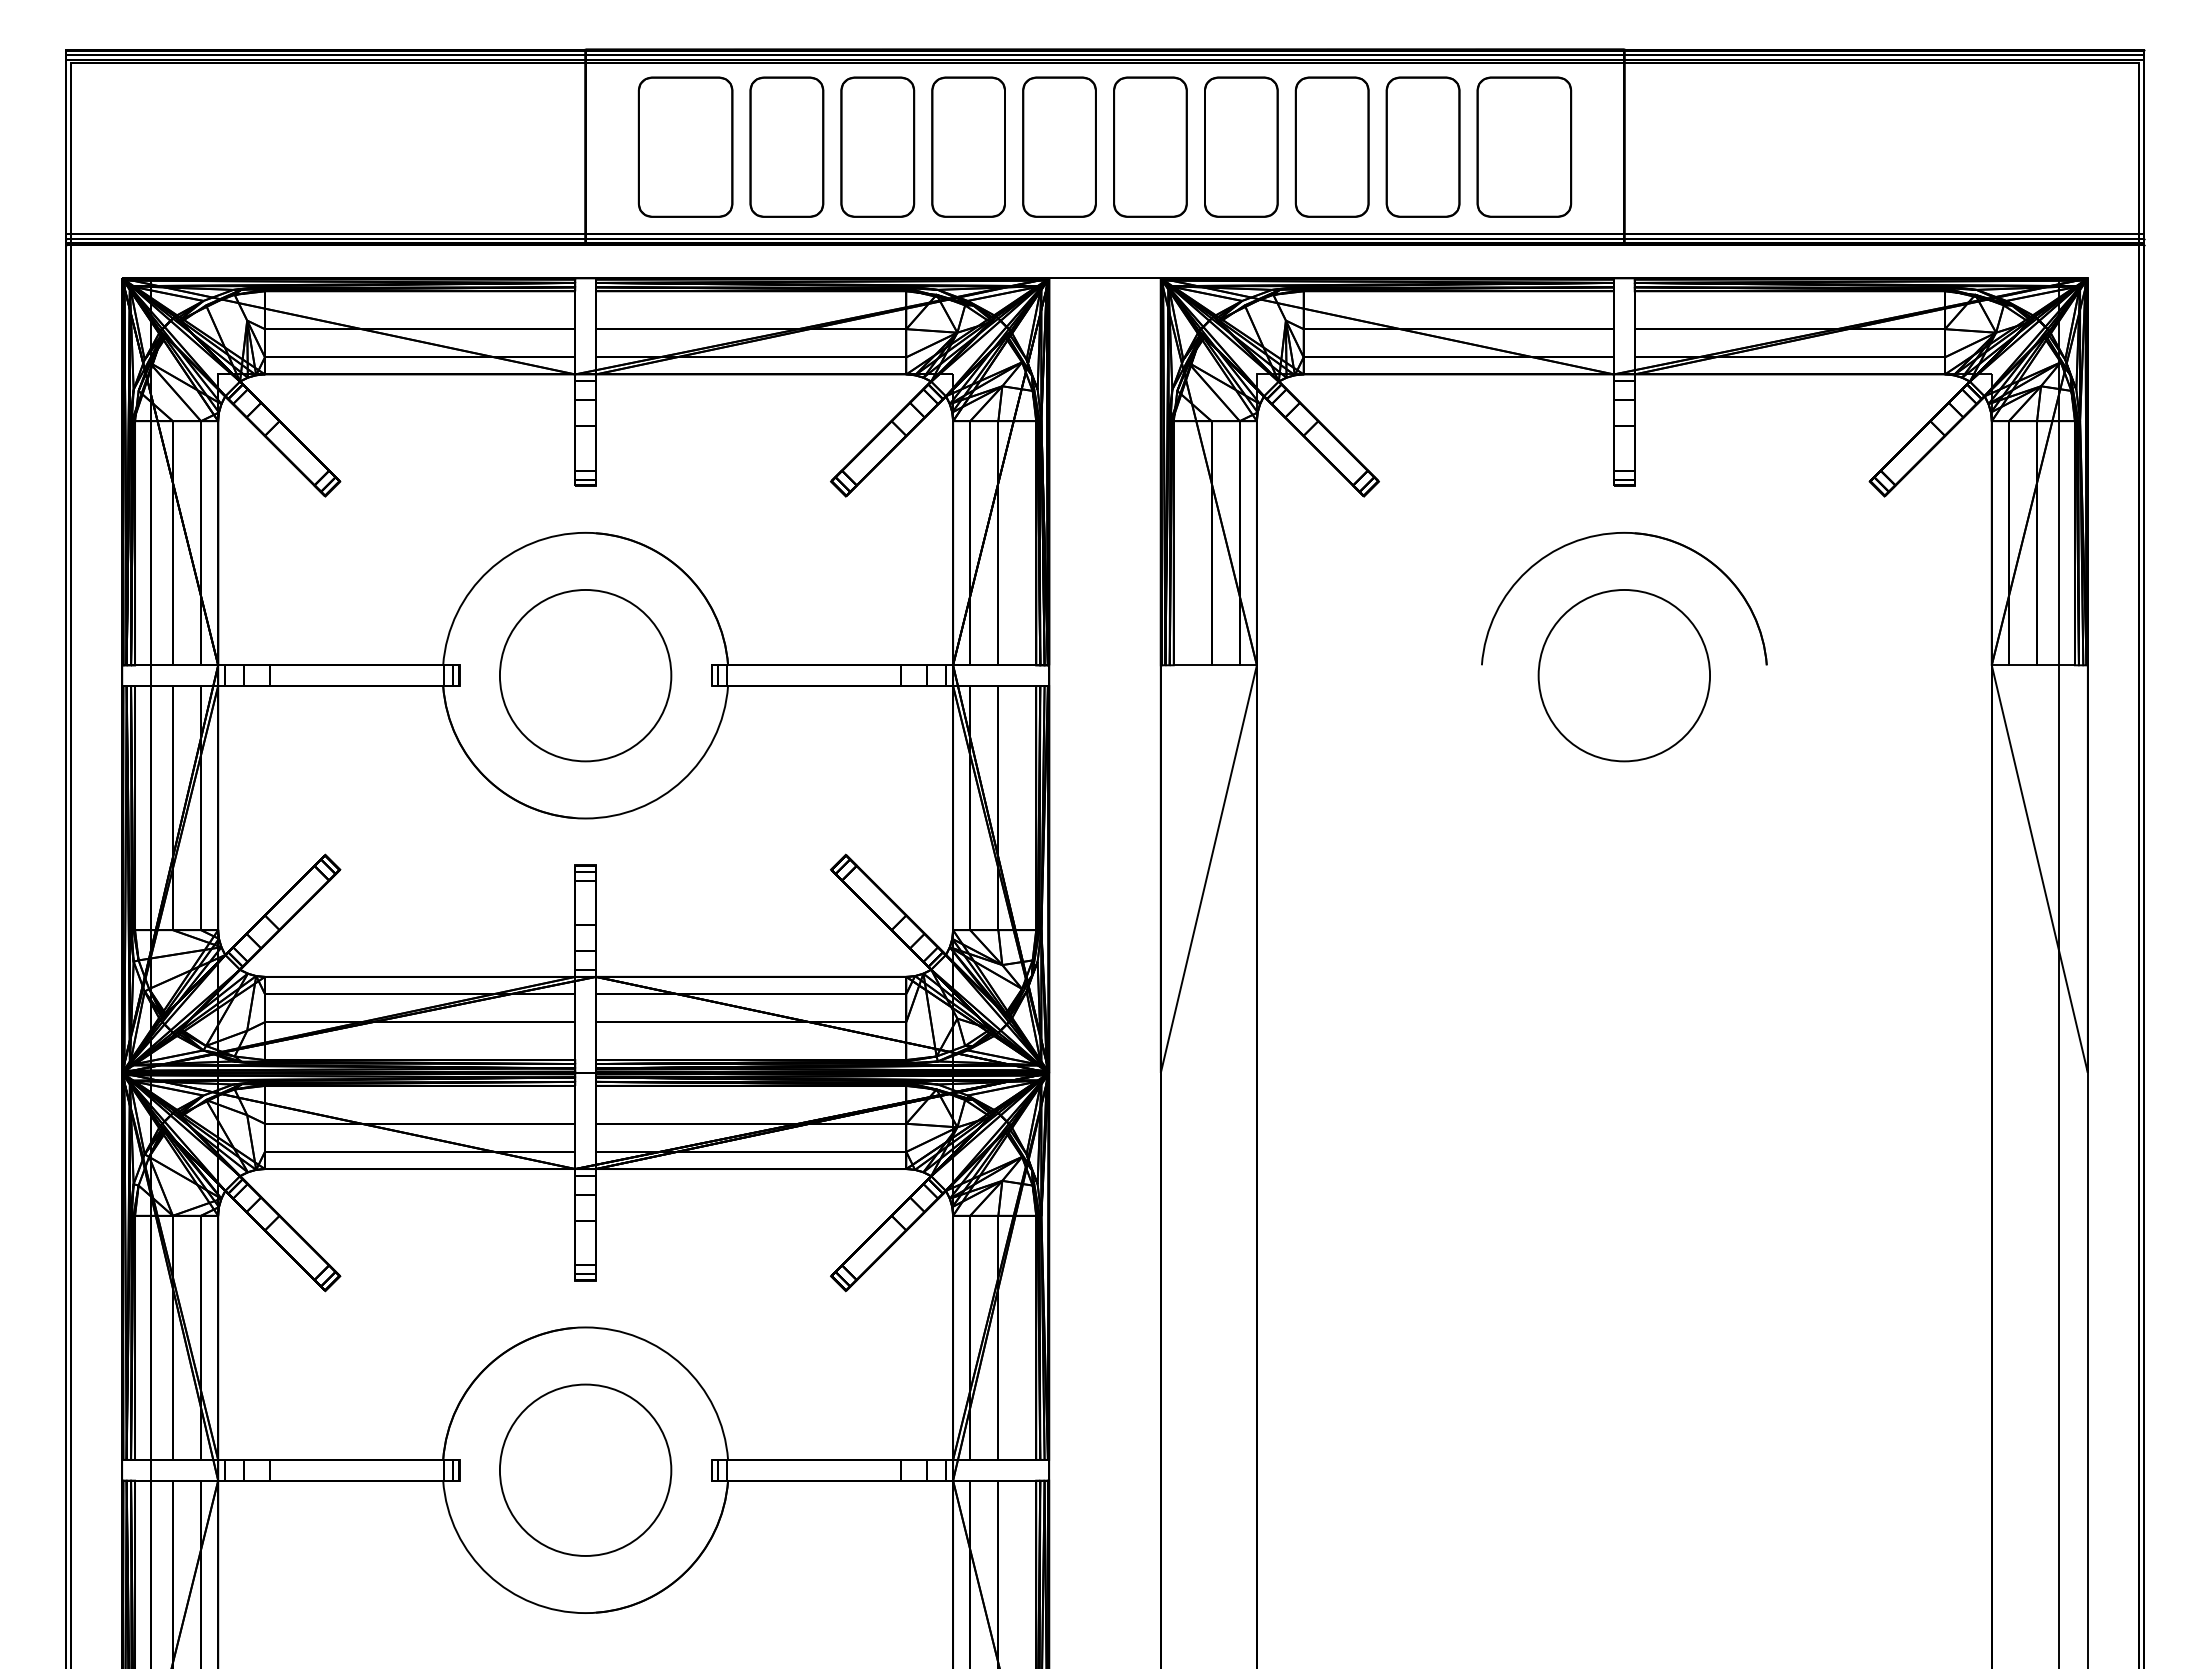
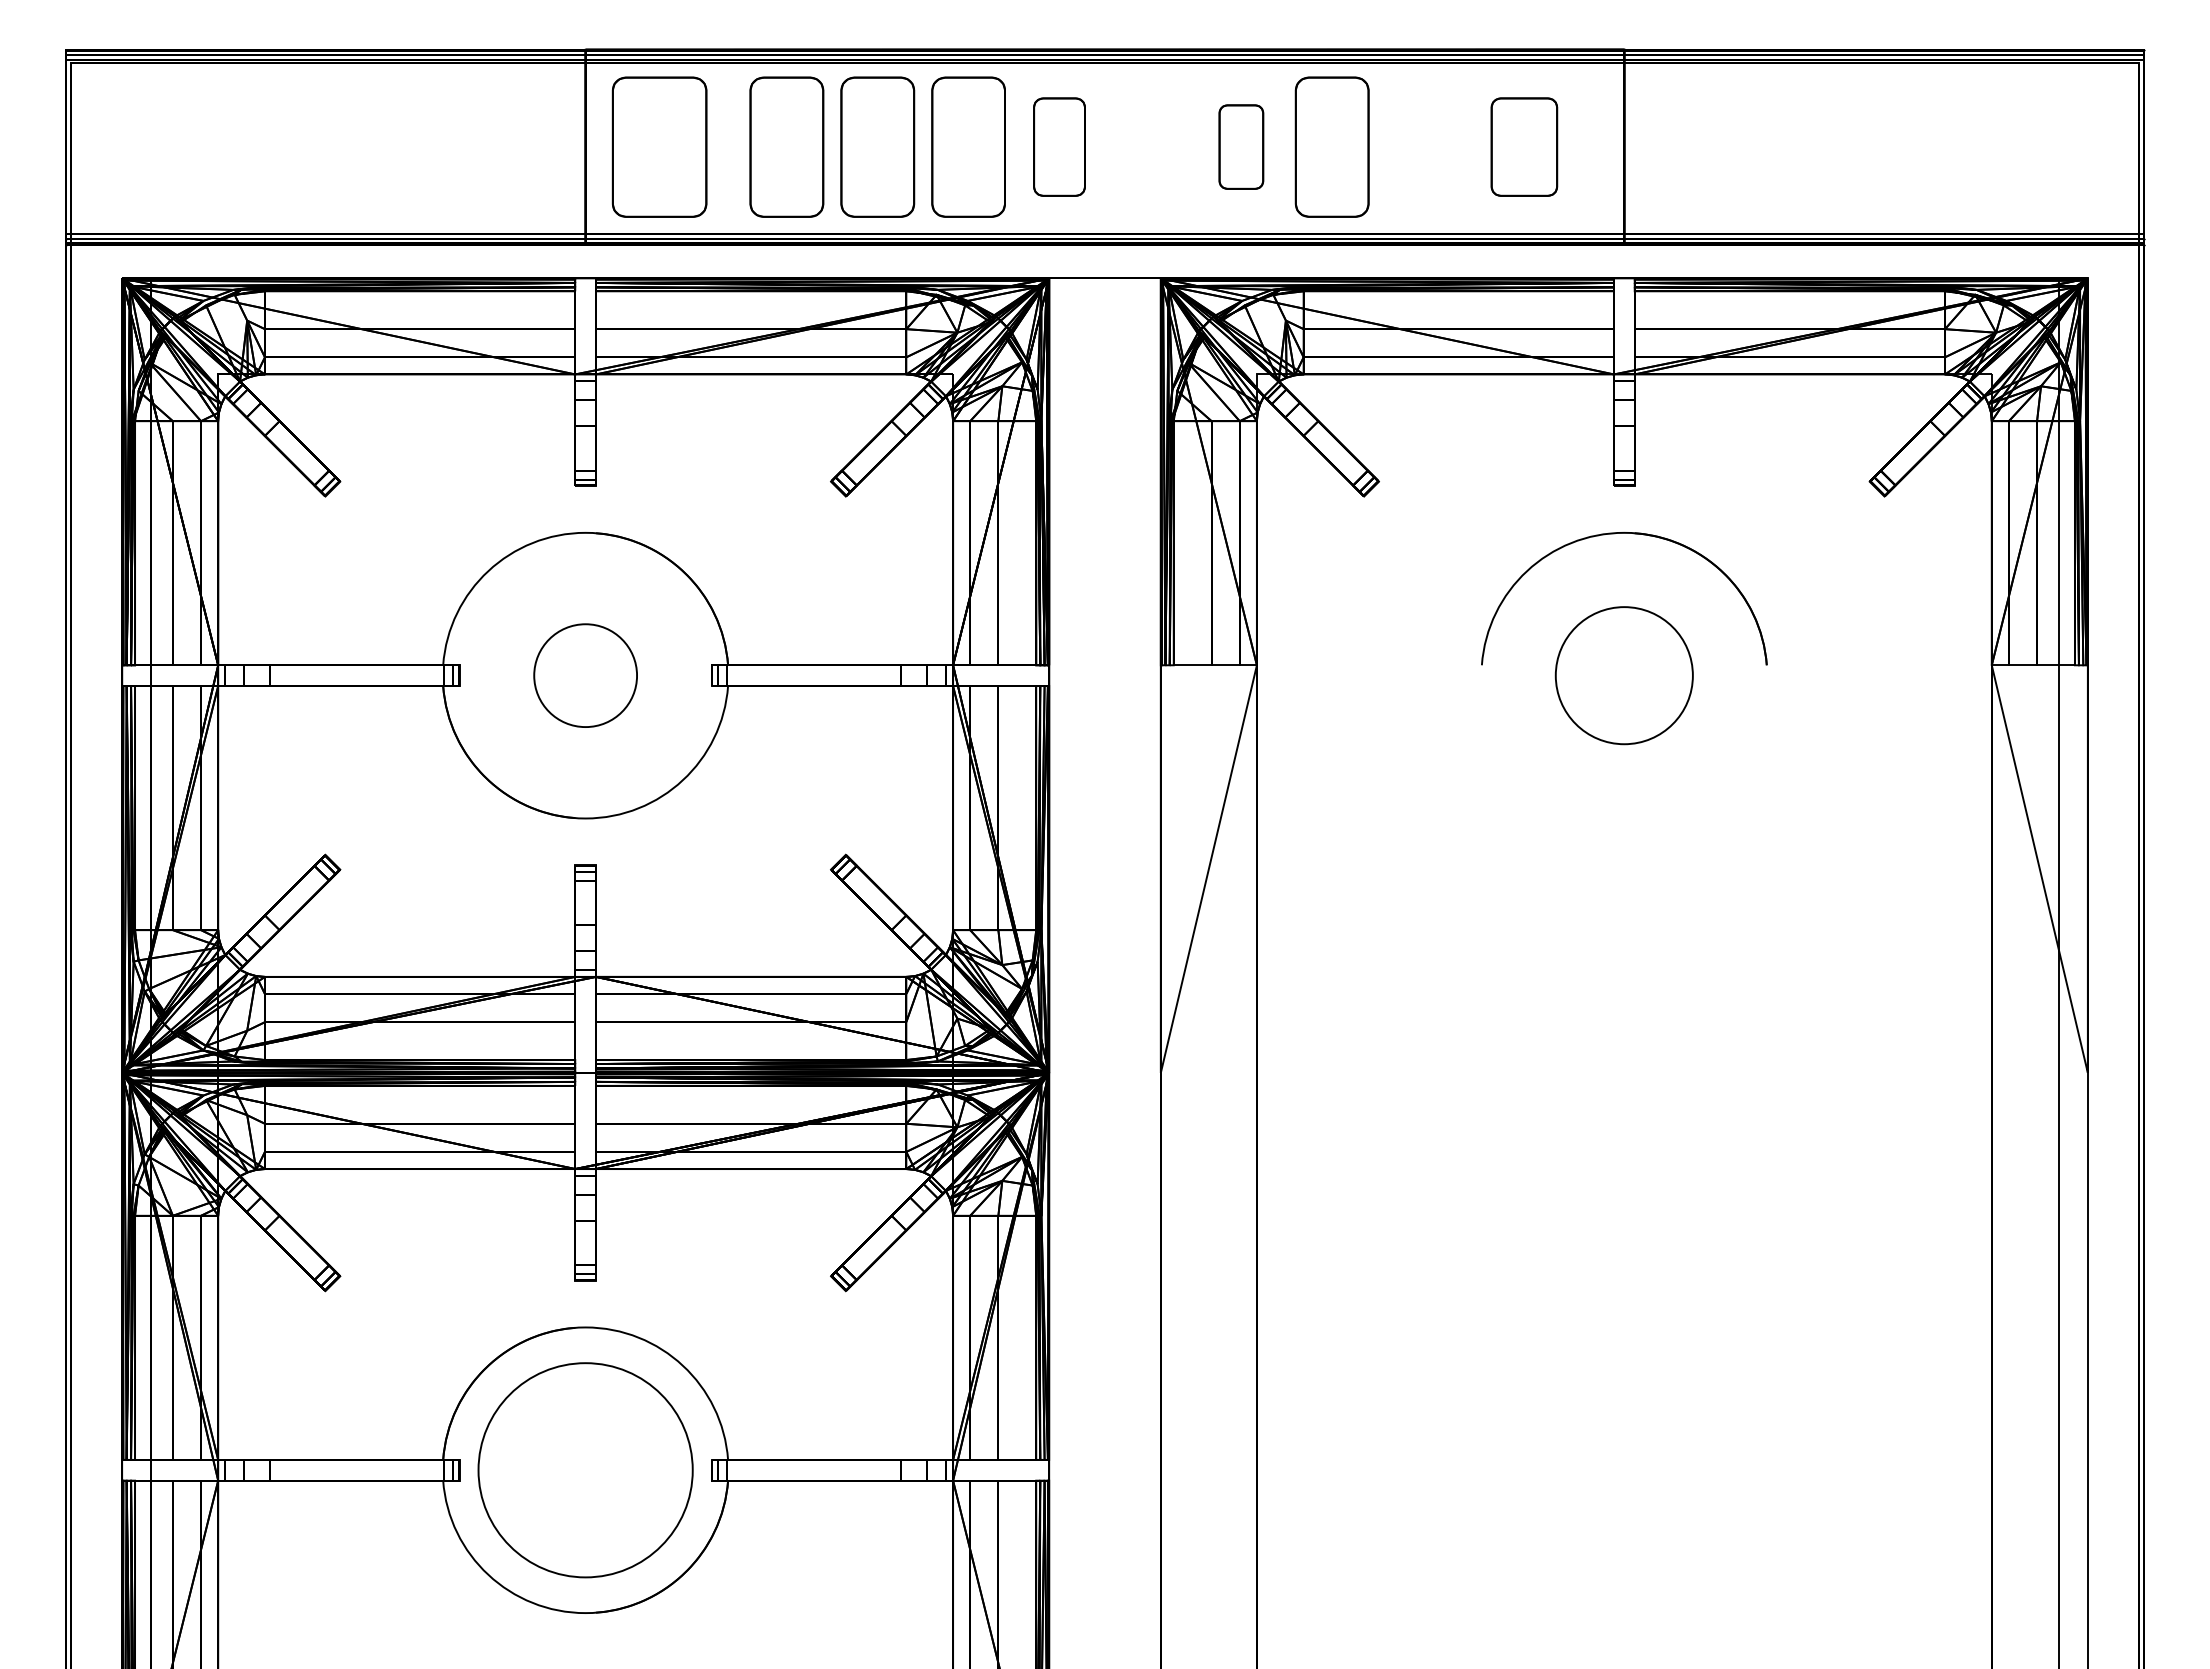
part at (685, 146) position: (685, 146) -> (659, 146)
part at (1059, 146) size: 75x142 px -> 53x100 px
part at (1150, 146): present -> none
part at (1241, 146) size: 75x142 px -> 47x86 px
part at (1422, 146): present -> none
part at (1524, 146) size: 97x142 px -> 69x100 px
circle at (585, 675) diameter: 171 px -> 103 px
circle at (1624, 675) diameter: 171 px -> 137 px
circle at (585, 1469) diameter: 171 px -> 214 px
